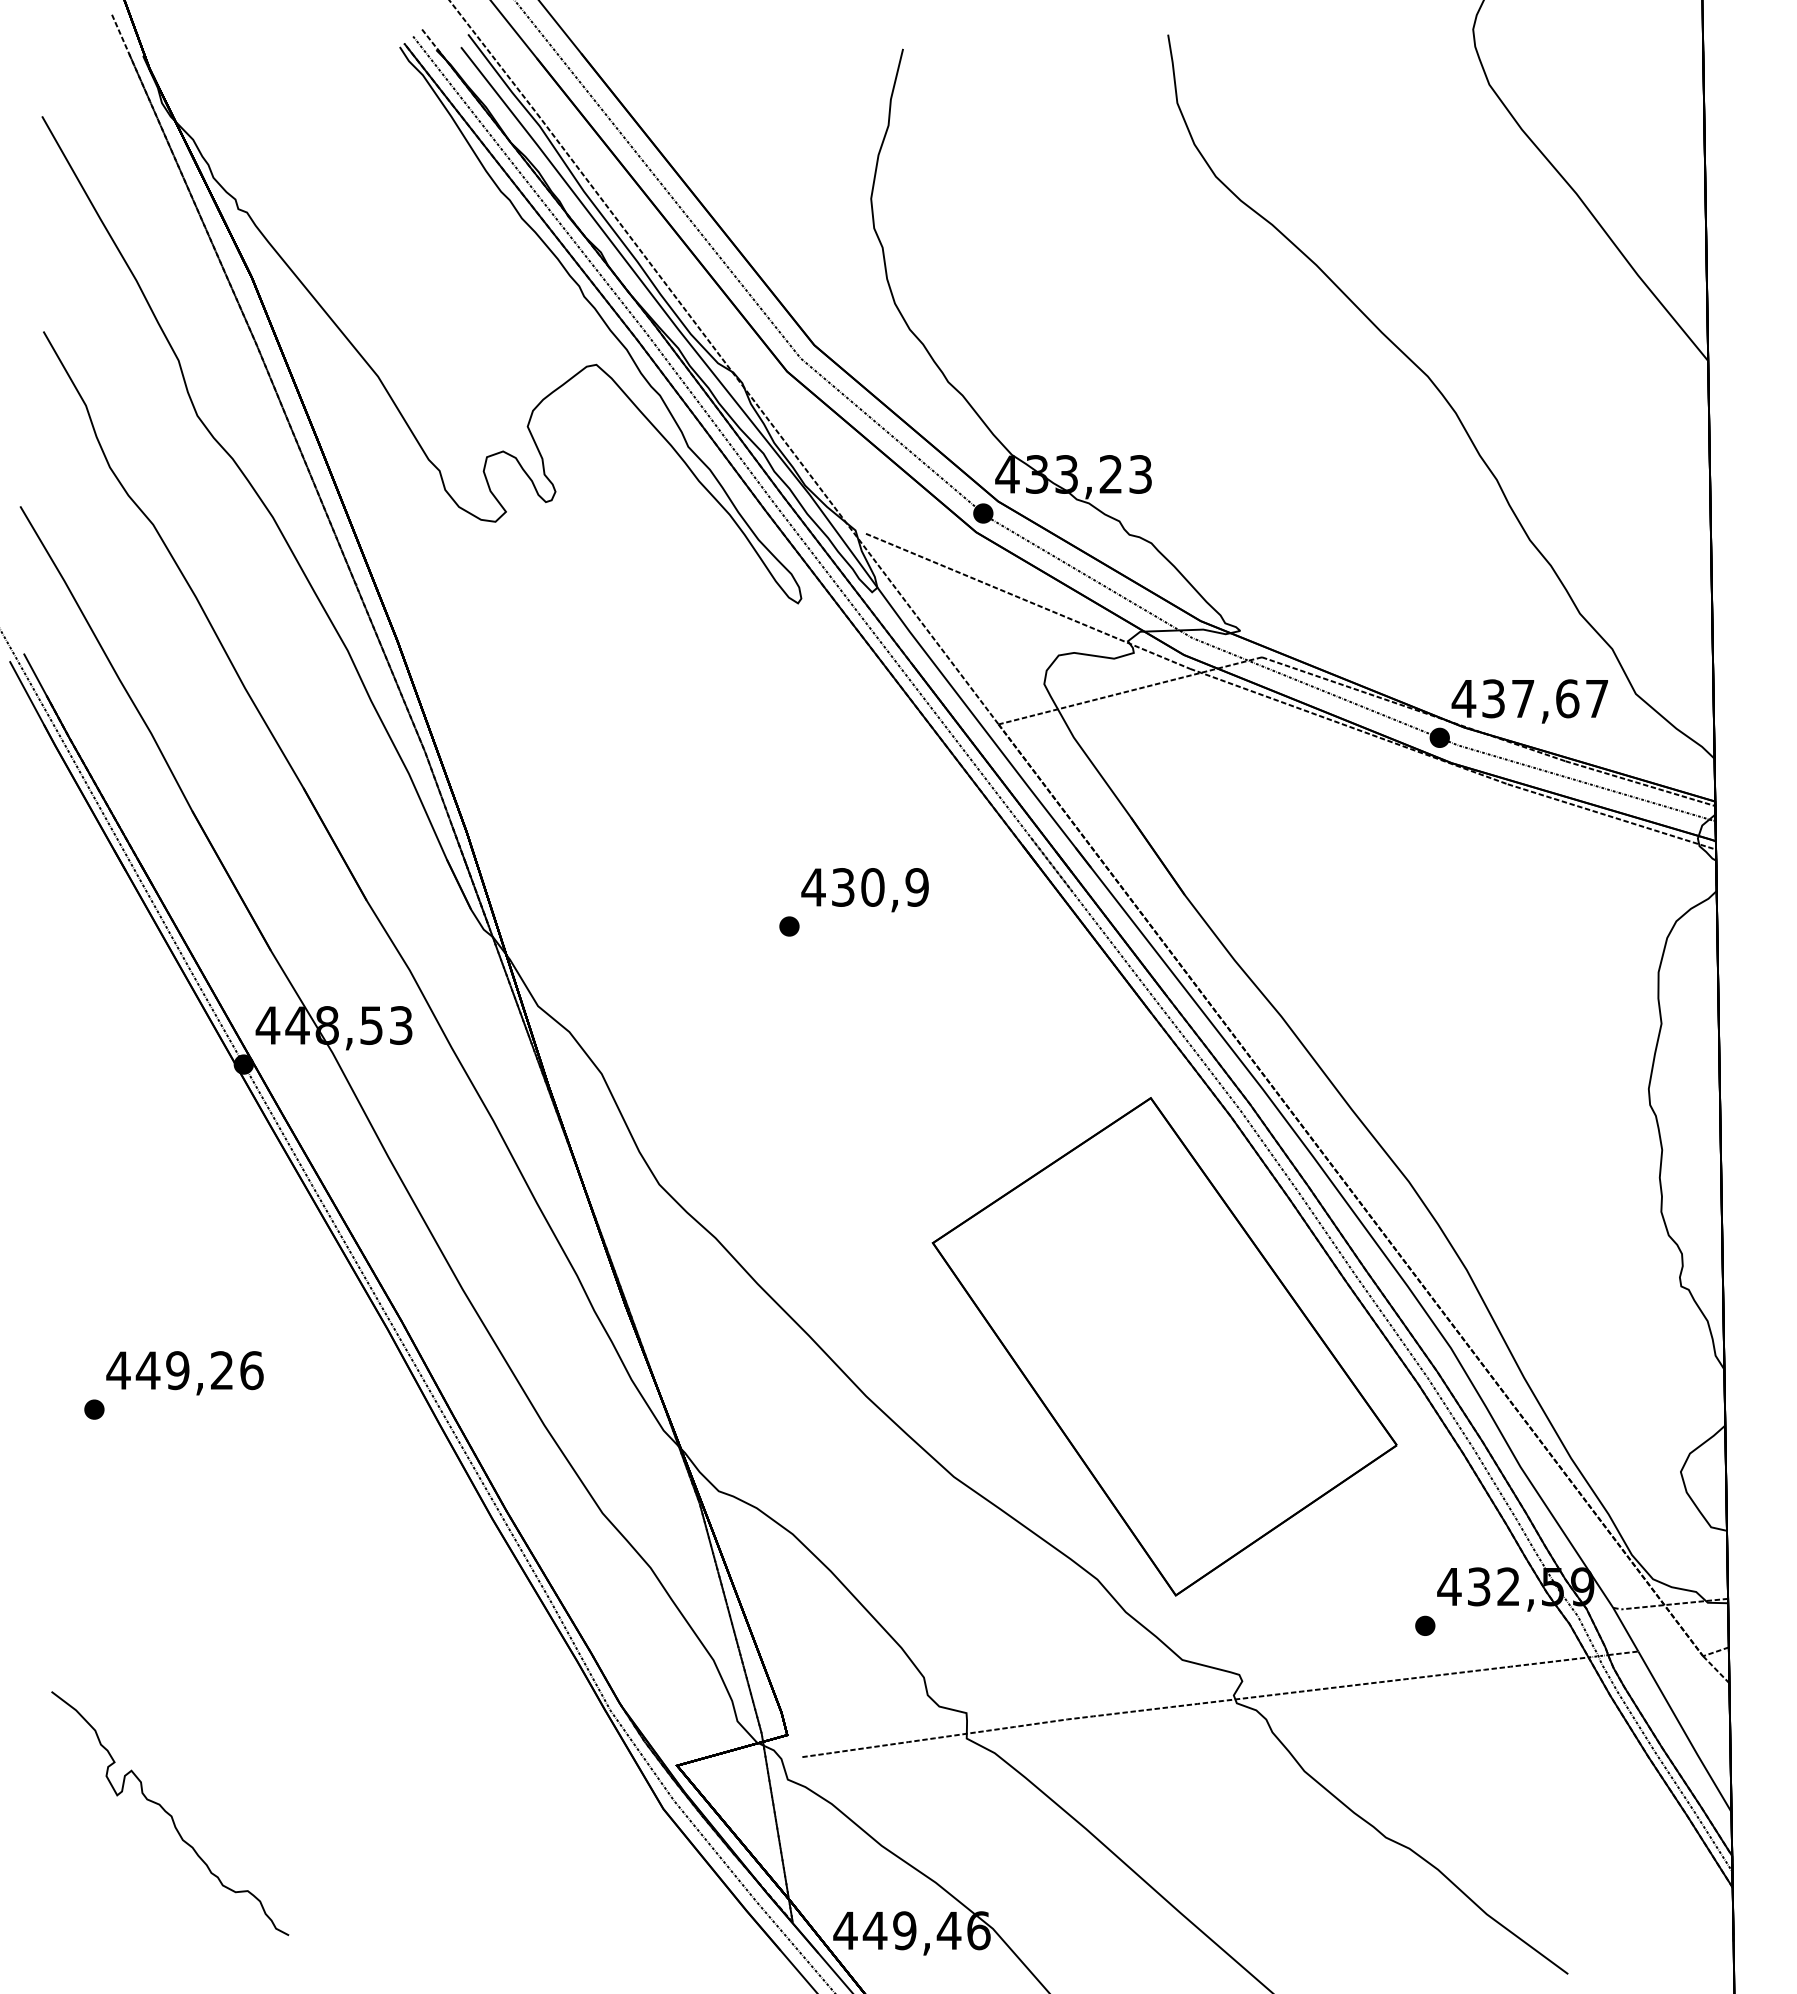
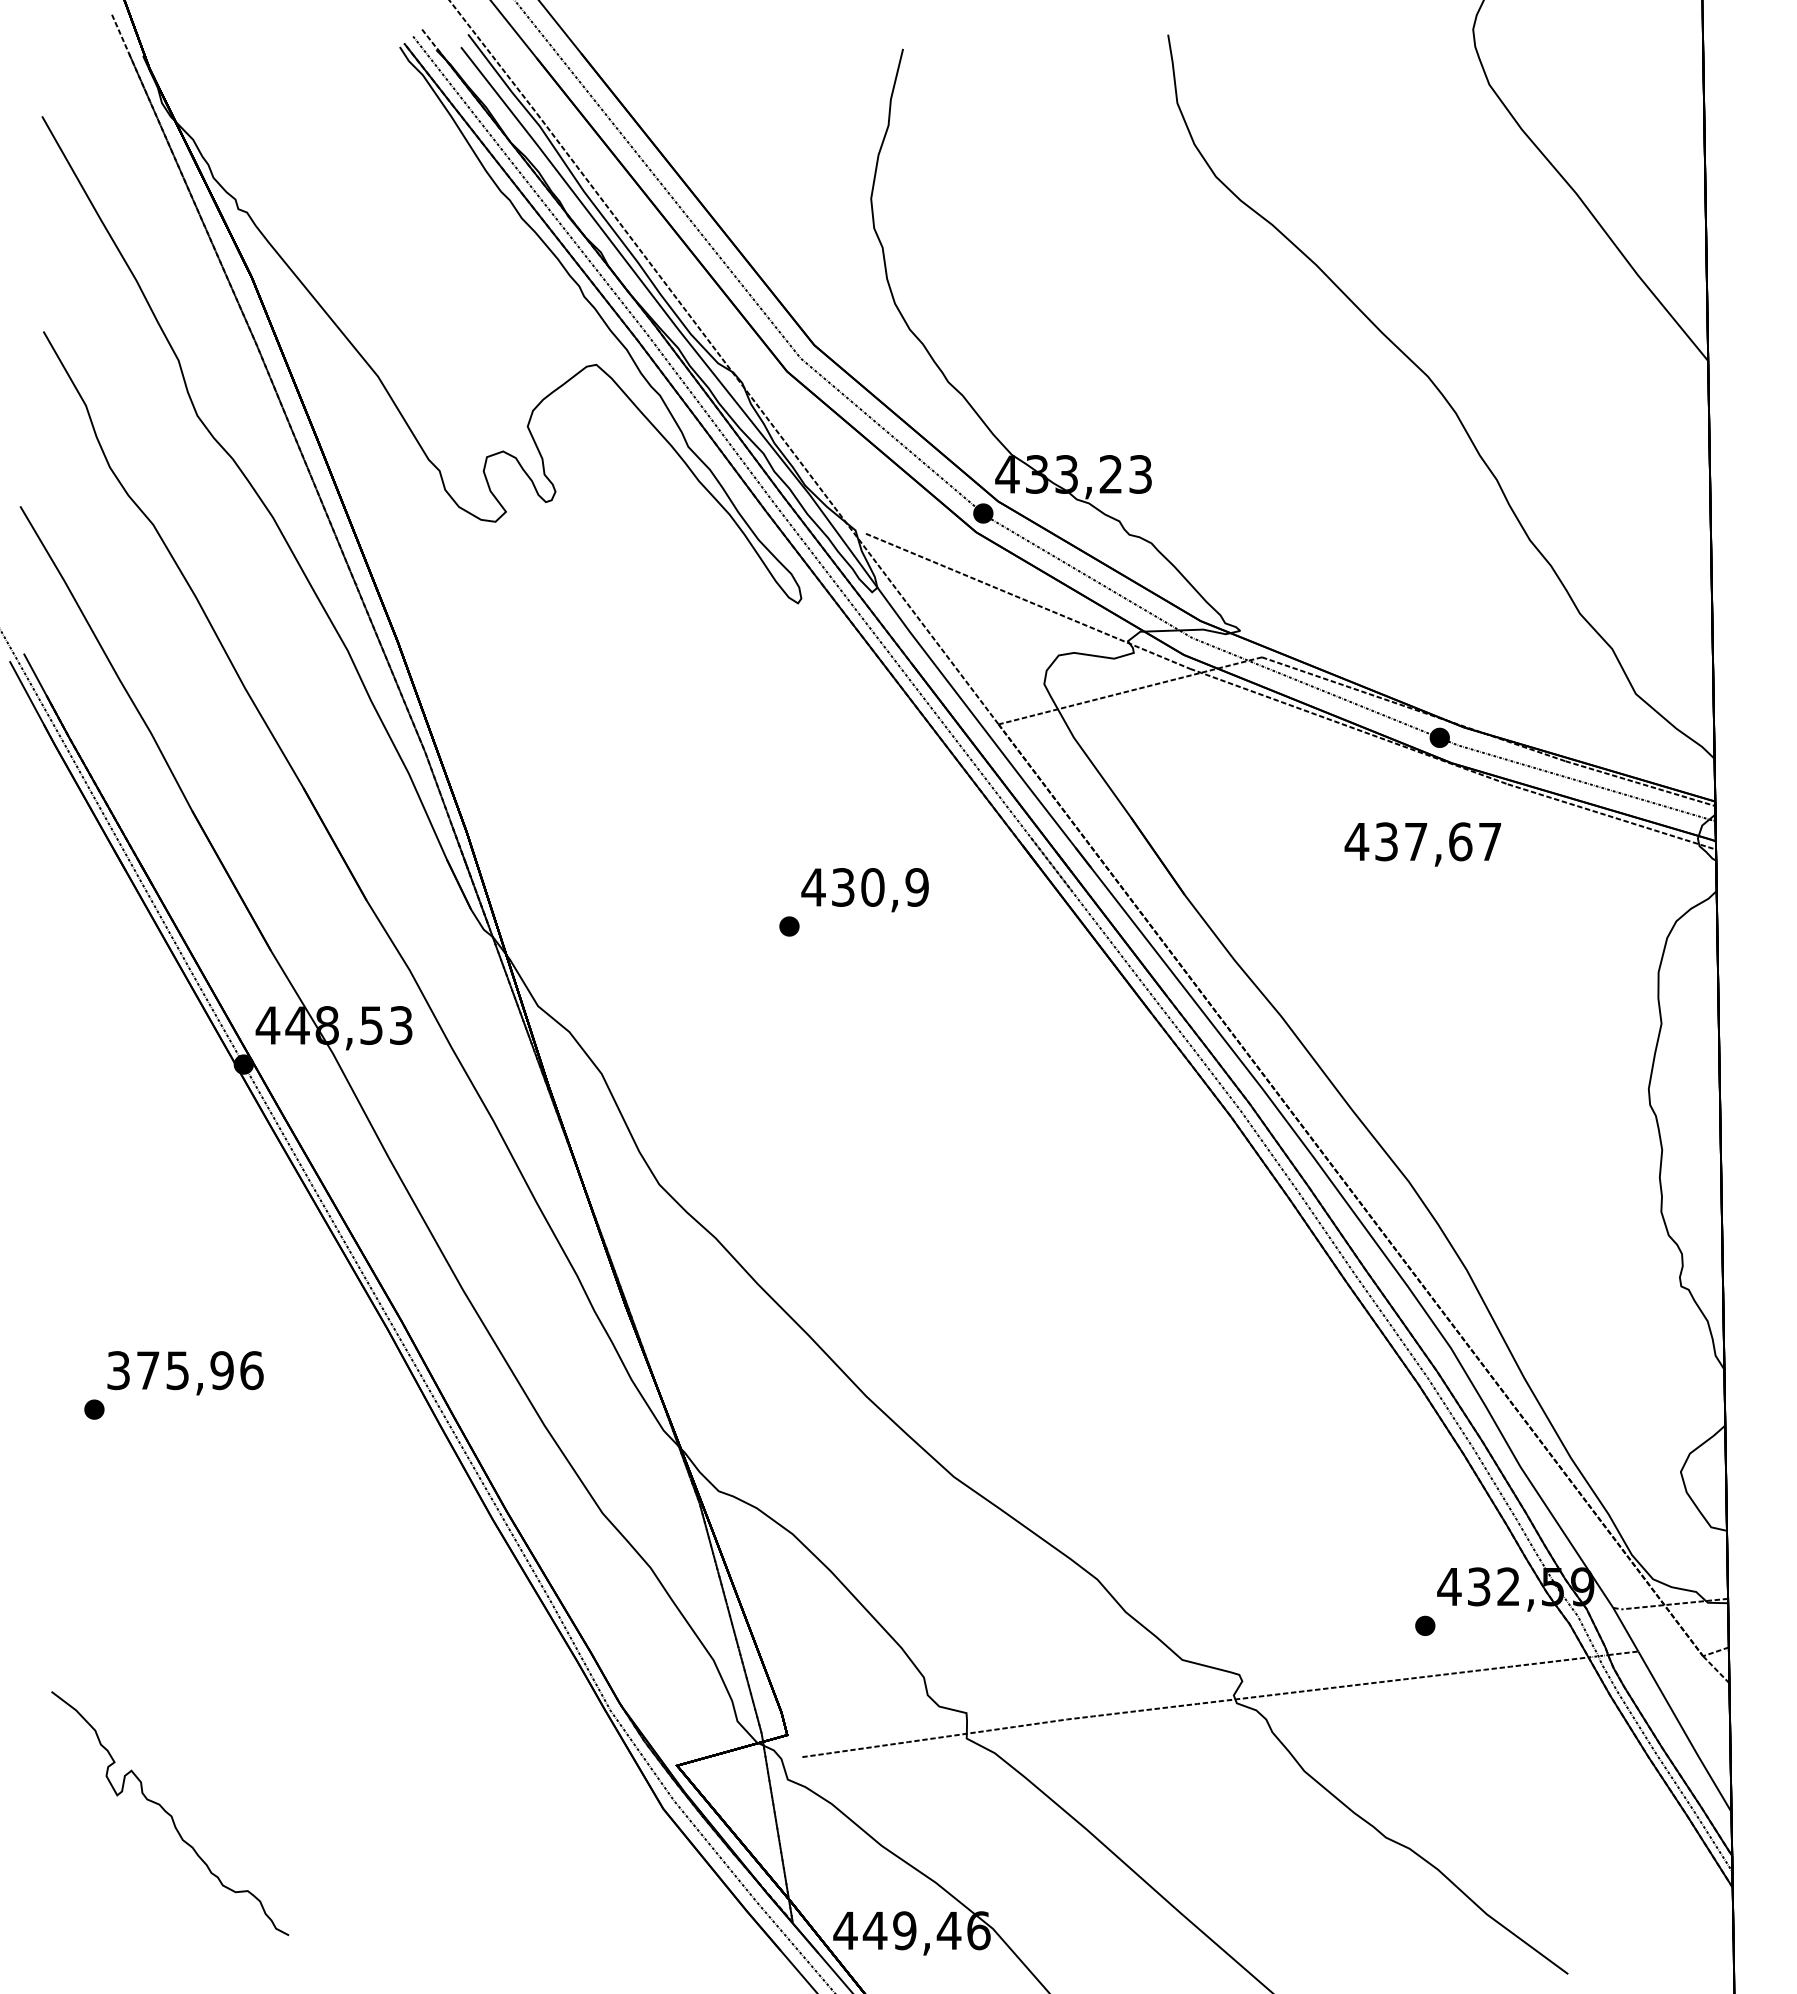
text at (1529, 701) position: (1529, 701) -> (1422, 844)
part at (1164, 1346): present -> none
text at (169, 1370): 449,26 -> 375,96
